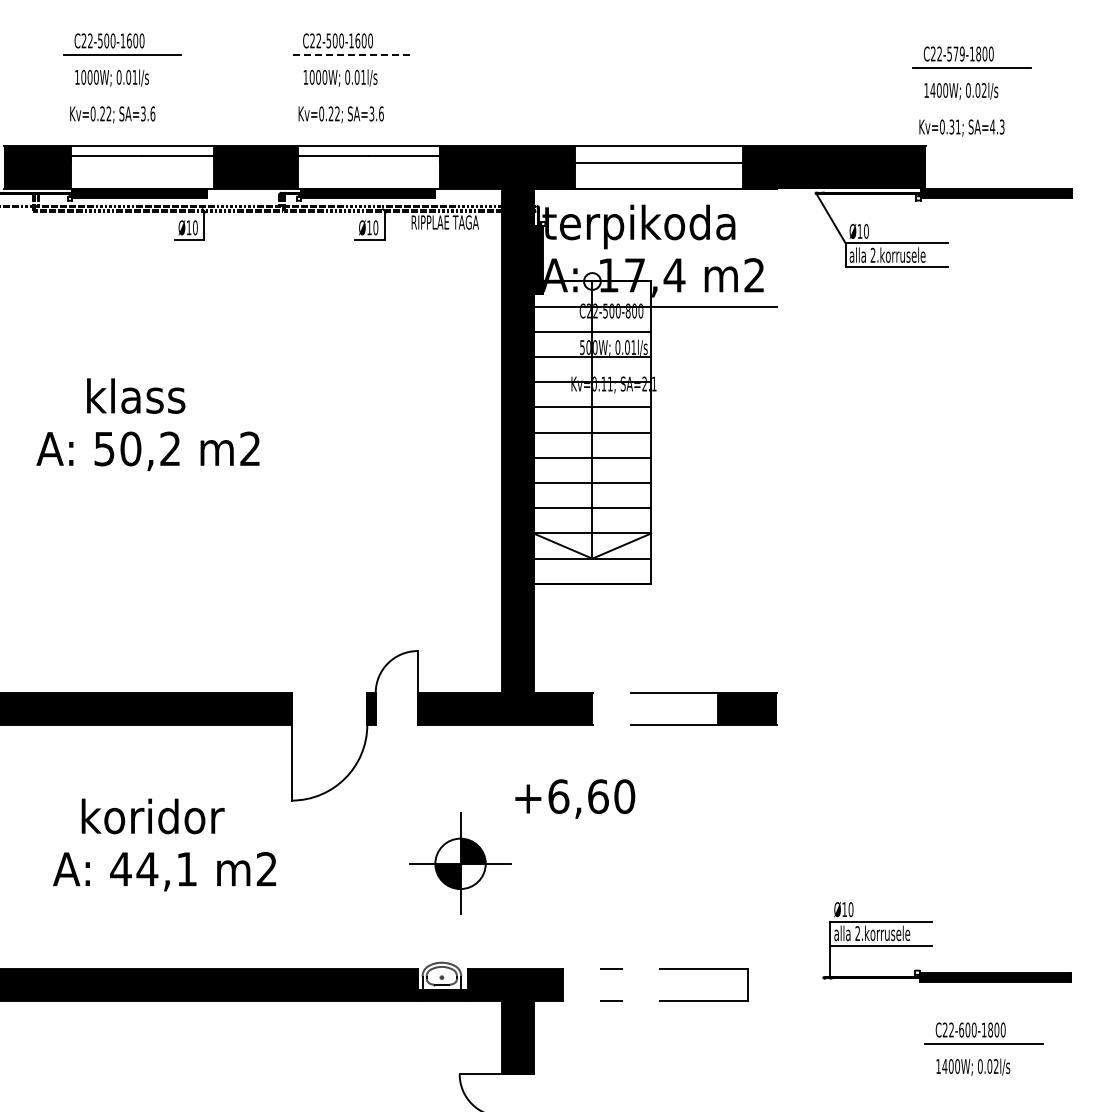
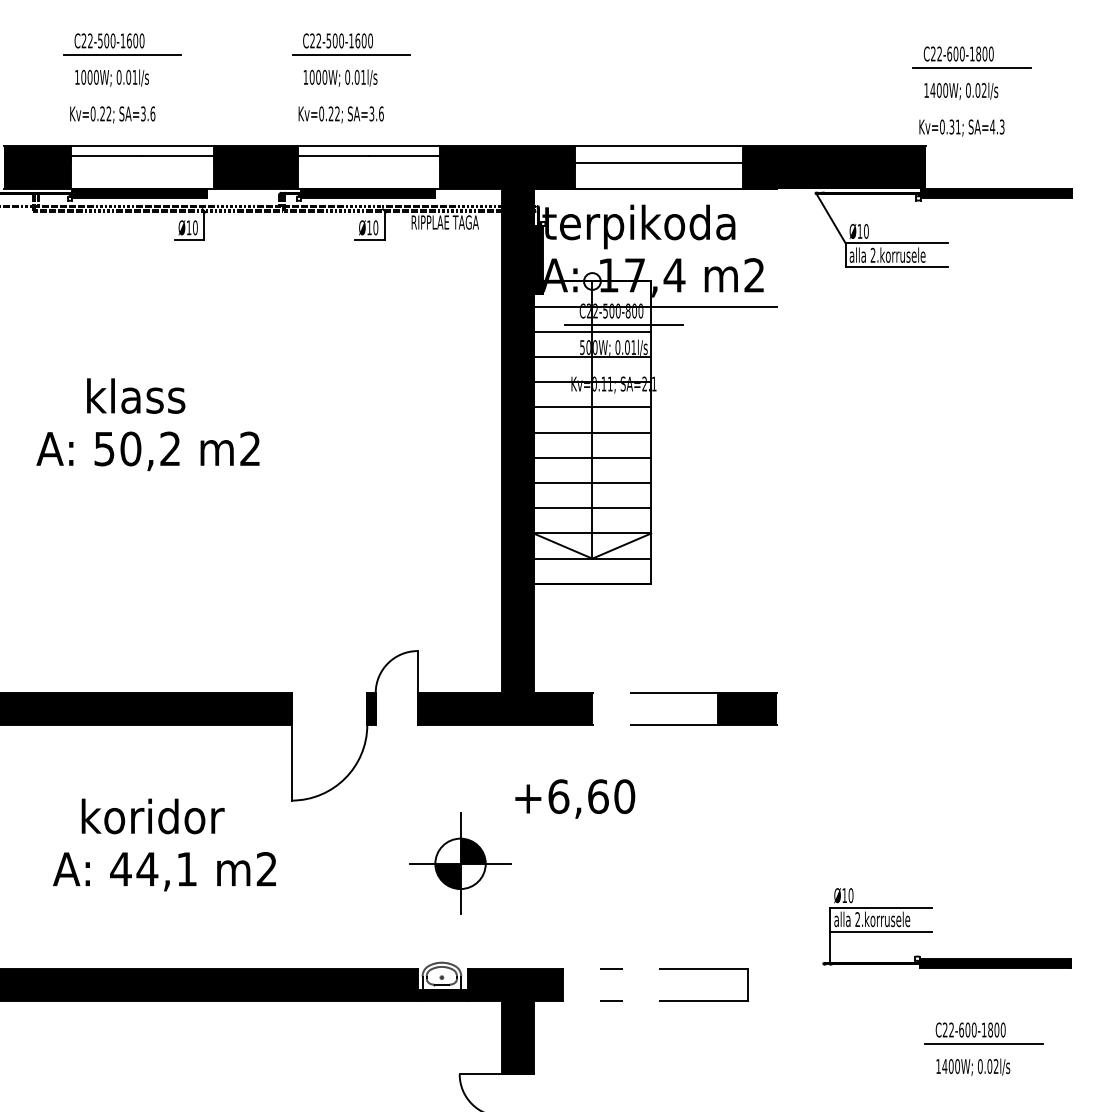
text at (955, 53): C22-579-1800 -> C22-600-1800
line at (351, 55): dashed -> solid
line at (623, 325): none -> present
part at (932, 945) position: (932, 945) -> (932, 931)
